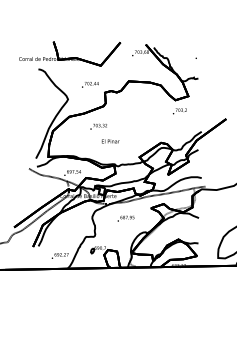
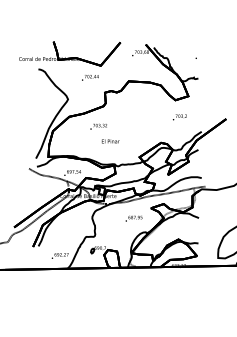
text at (90, 84) position: (90, 84) -> (90, 77)
text at (179, 111) position: (179, 111) -> (179, 117)
text at (125, 218) position: (125, 218) -> (133, 218)
